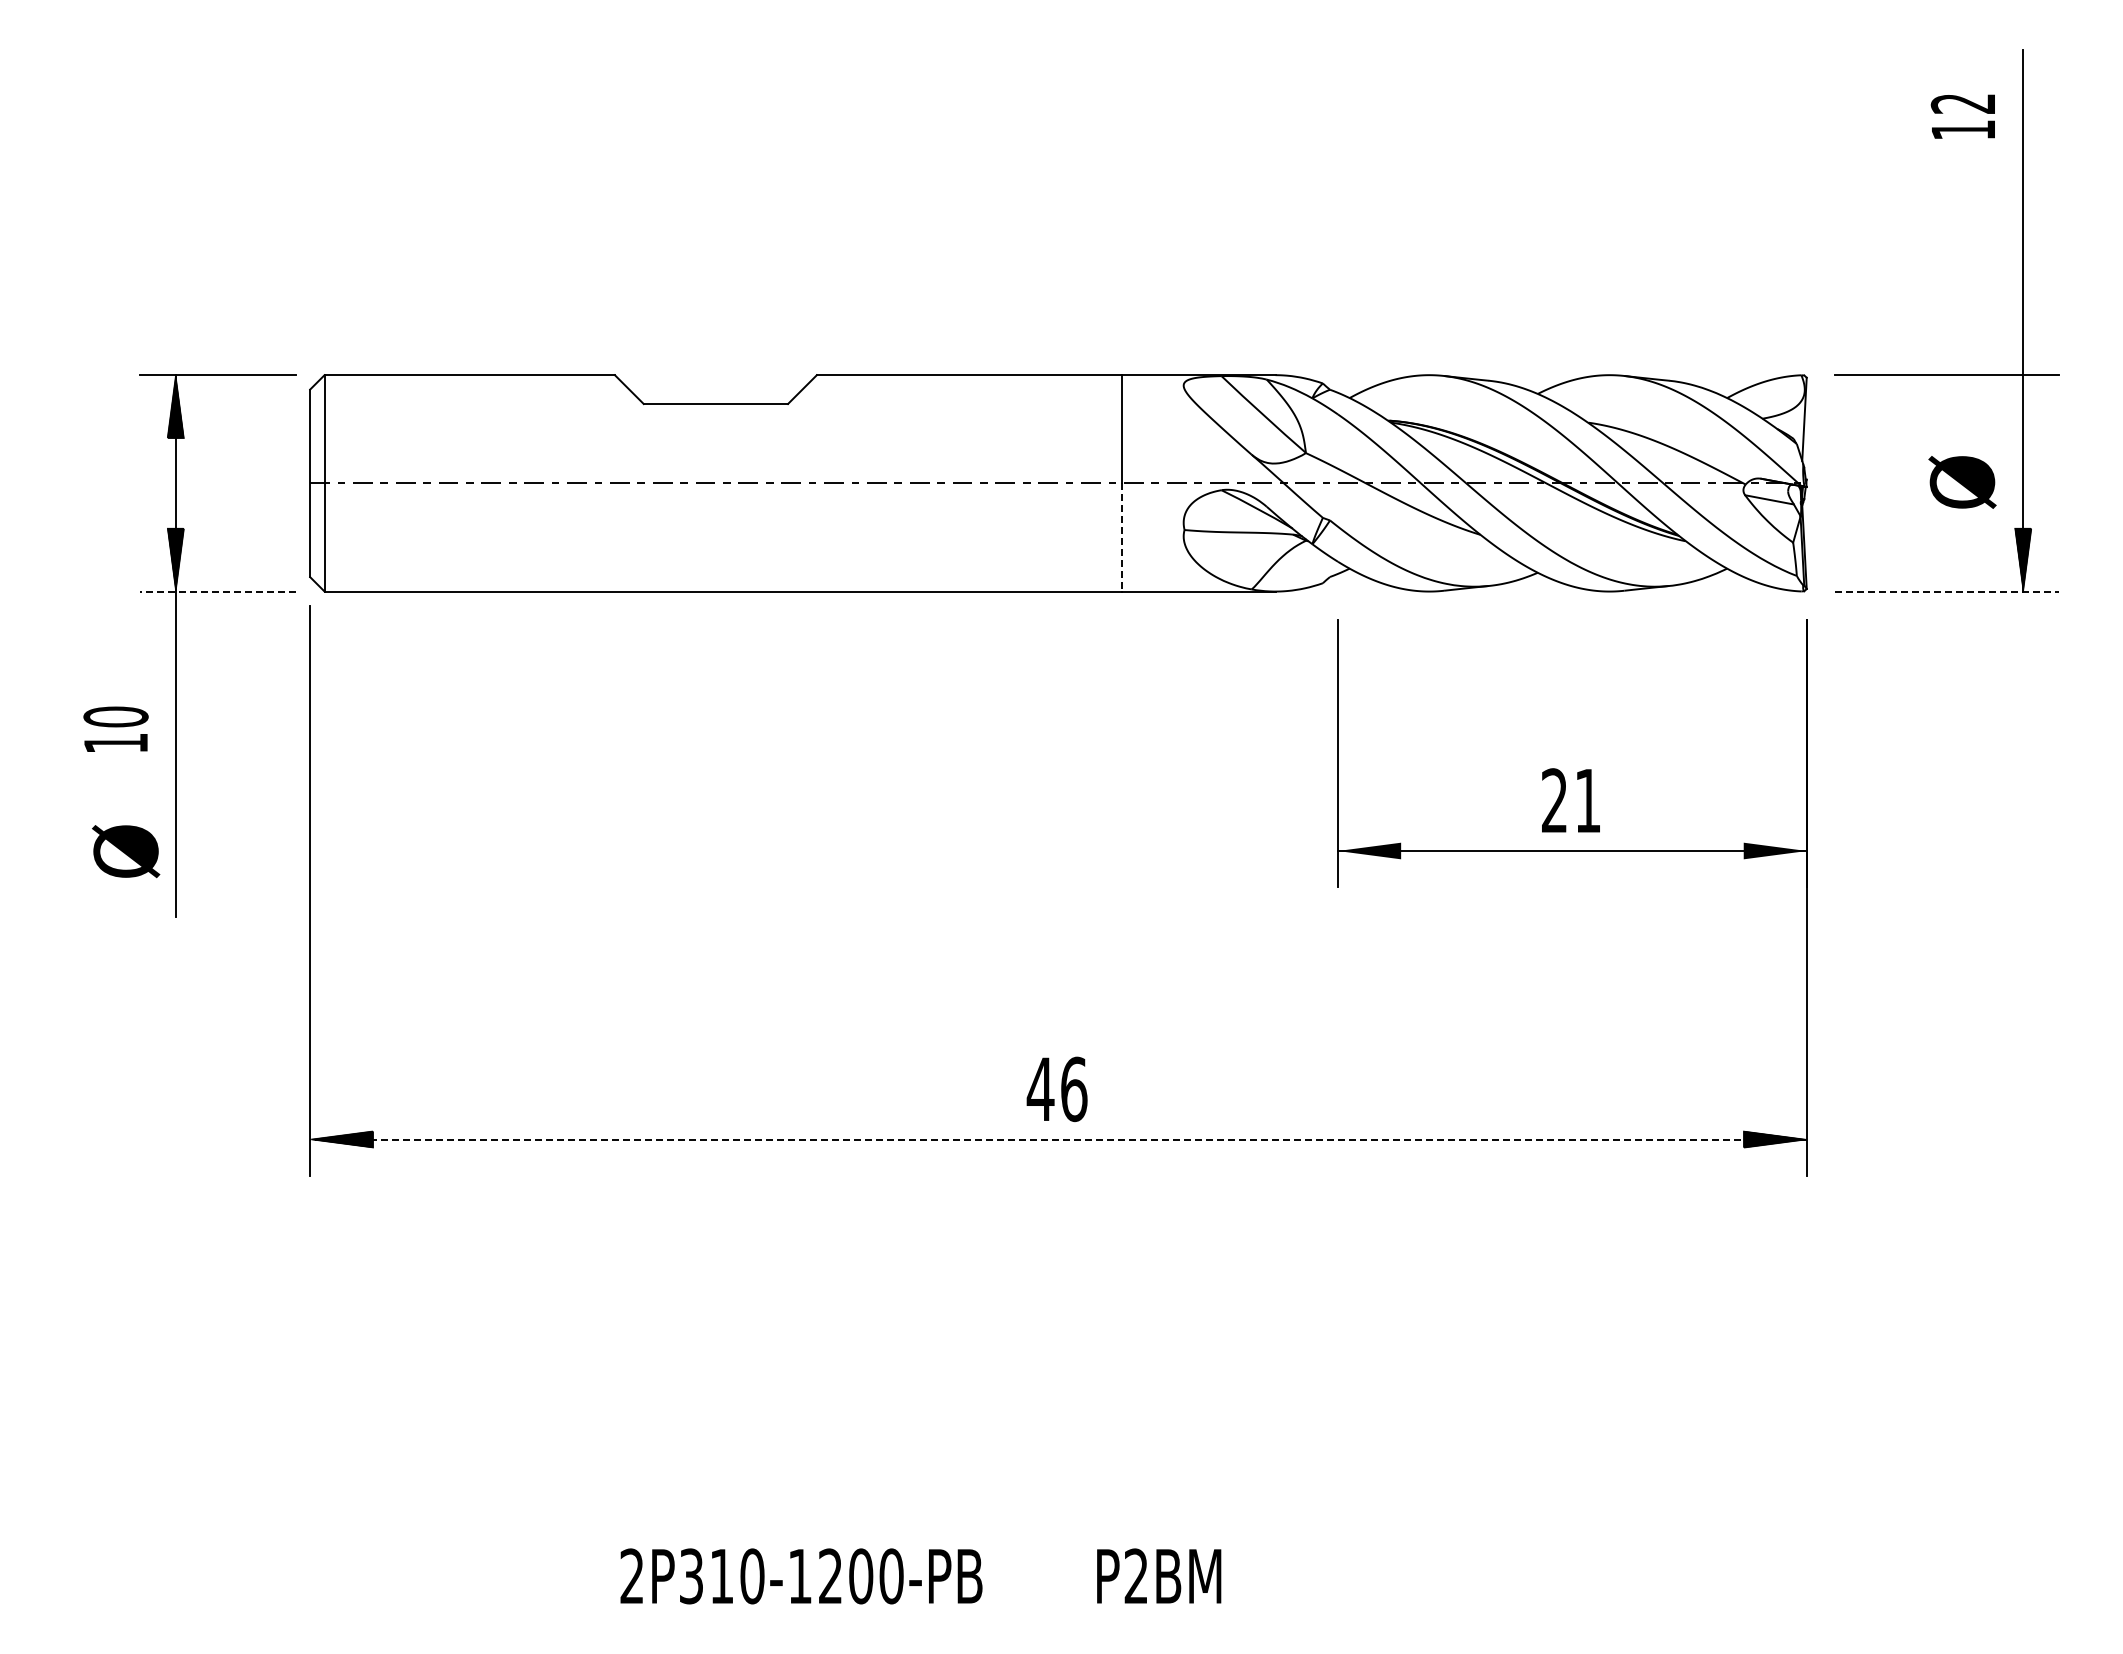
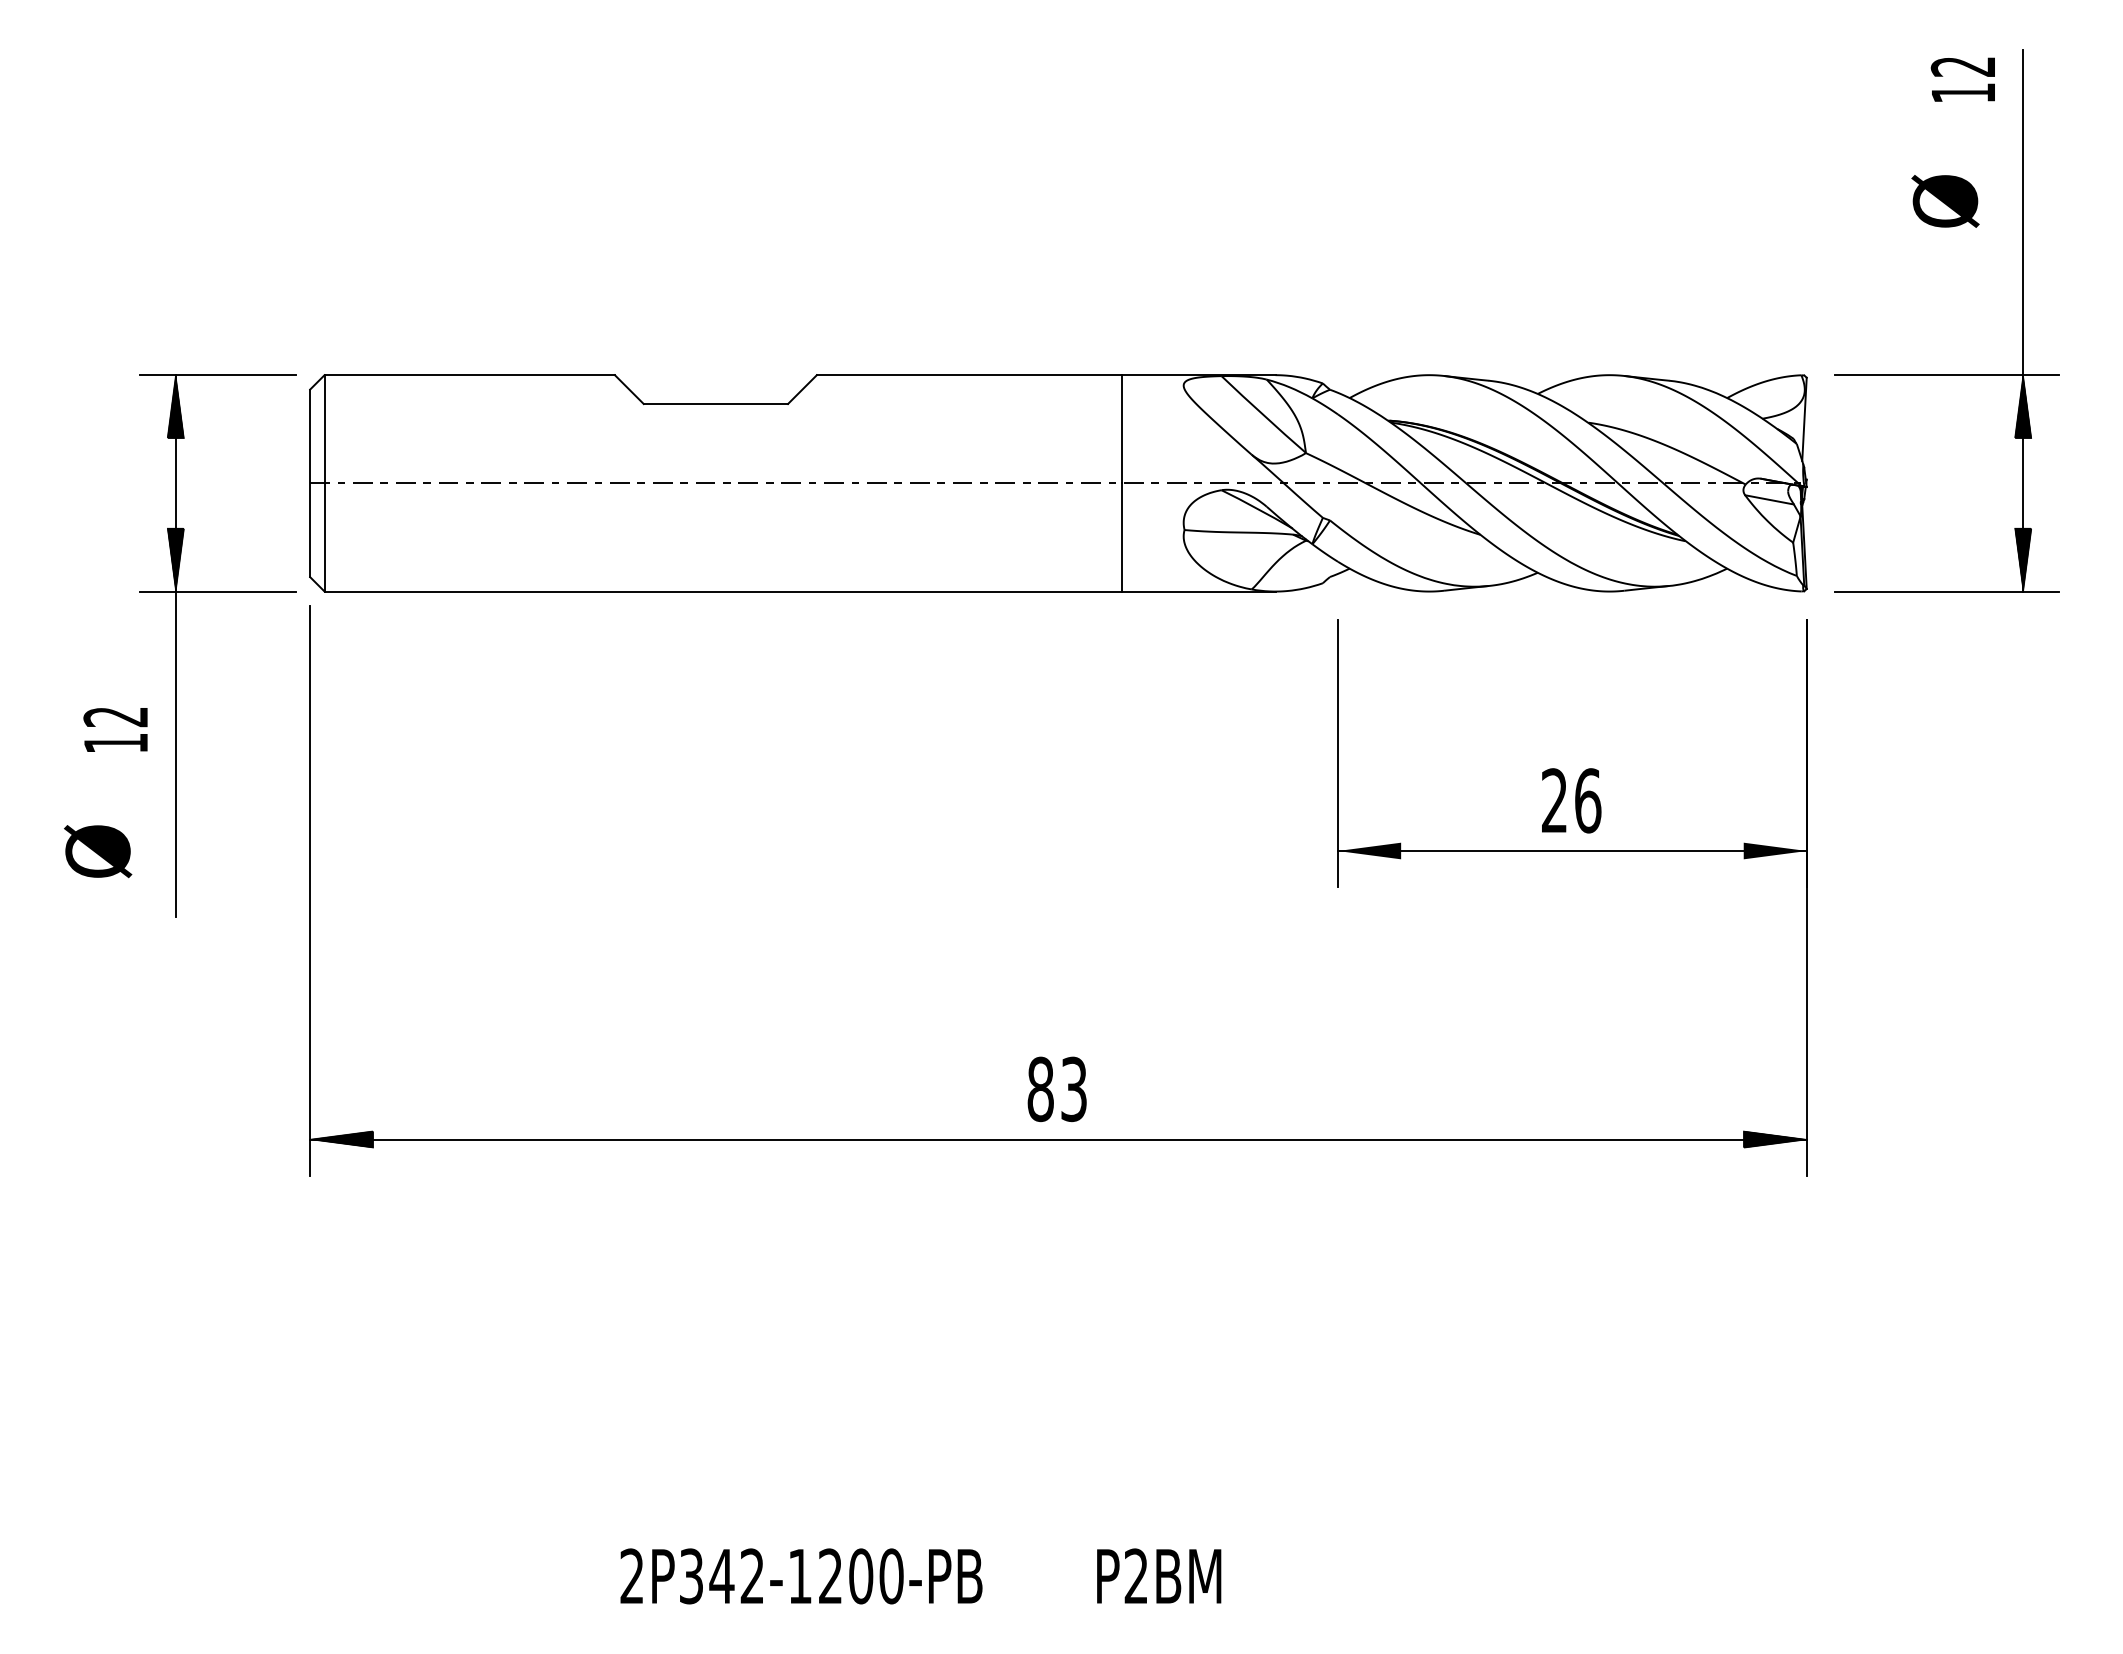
text at (1962, 116) position: (1962, 116) -> (1962, 79)
hatch at (2022, 406): none -> present
text at (1962, 482) position: (1962, 482) -> (1945, 201)
line at (1121, 537): dashed -> solid
line at (217, 591): dashed -> solid
line at (1947, 591): dashed -> solid
text at (115, 716): 10 -> 12
text at (1588, 800): 21 -> 26
text at (126, 851) position: (126, 851) -> (98, 851)
text at (1056, 1089): 46 -> 83
line at (1058, 1139): dashed -> solid
text at (736, 1576): 2P310-1200-PB -> 2P342-1200-PB
